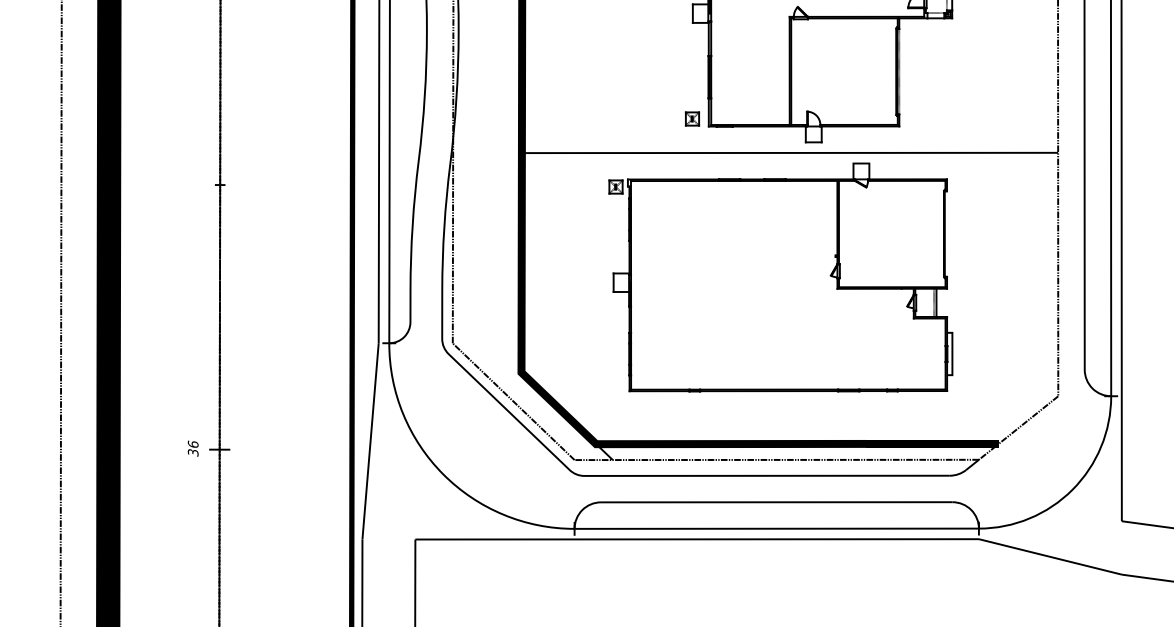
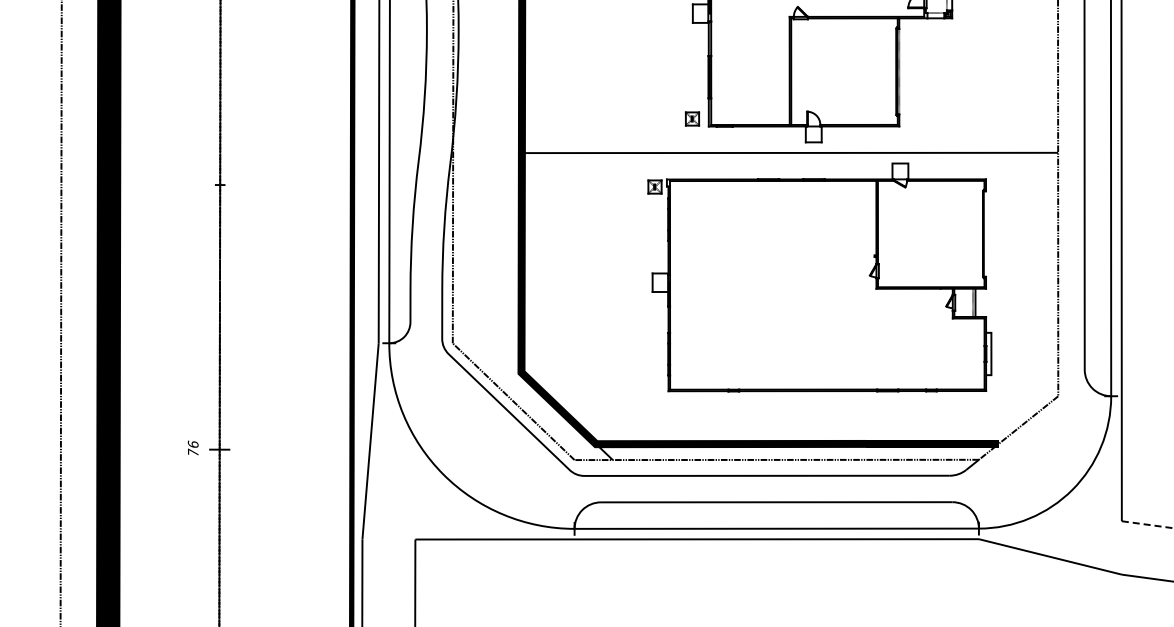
part at (780, 277) position: (780, 277) -> (819, 277)
text at (192, 452): 36 -> 76
line at (1147, 524): solid -> dashed
